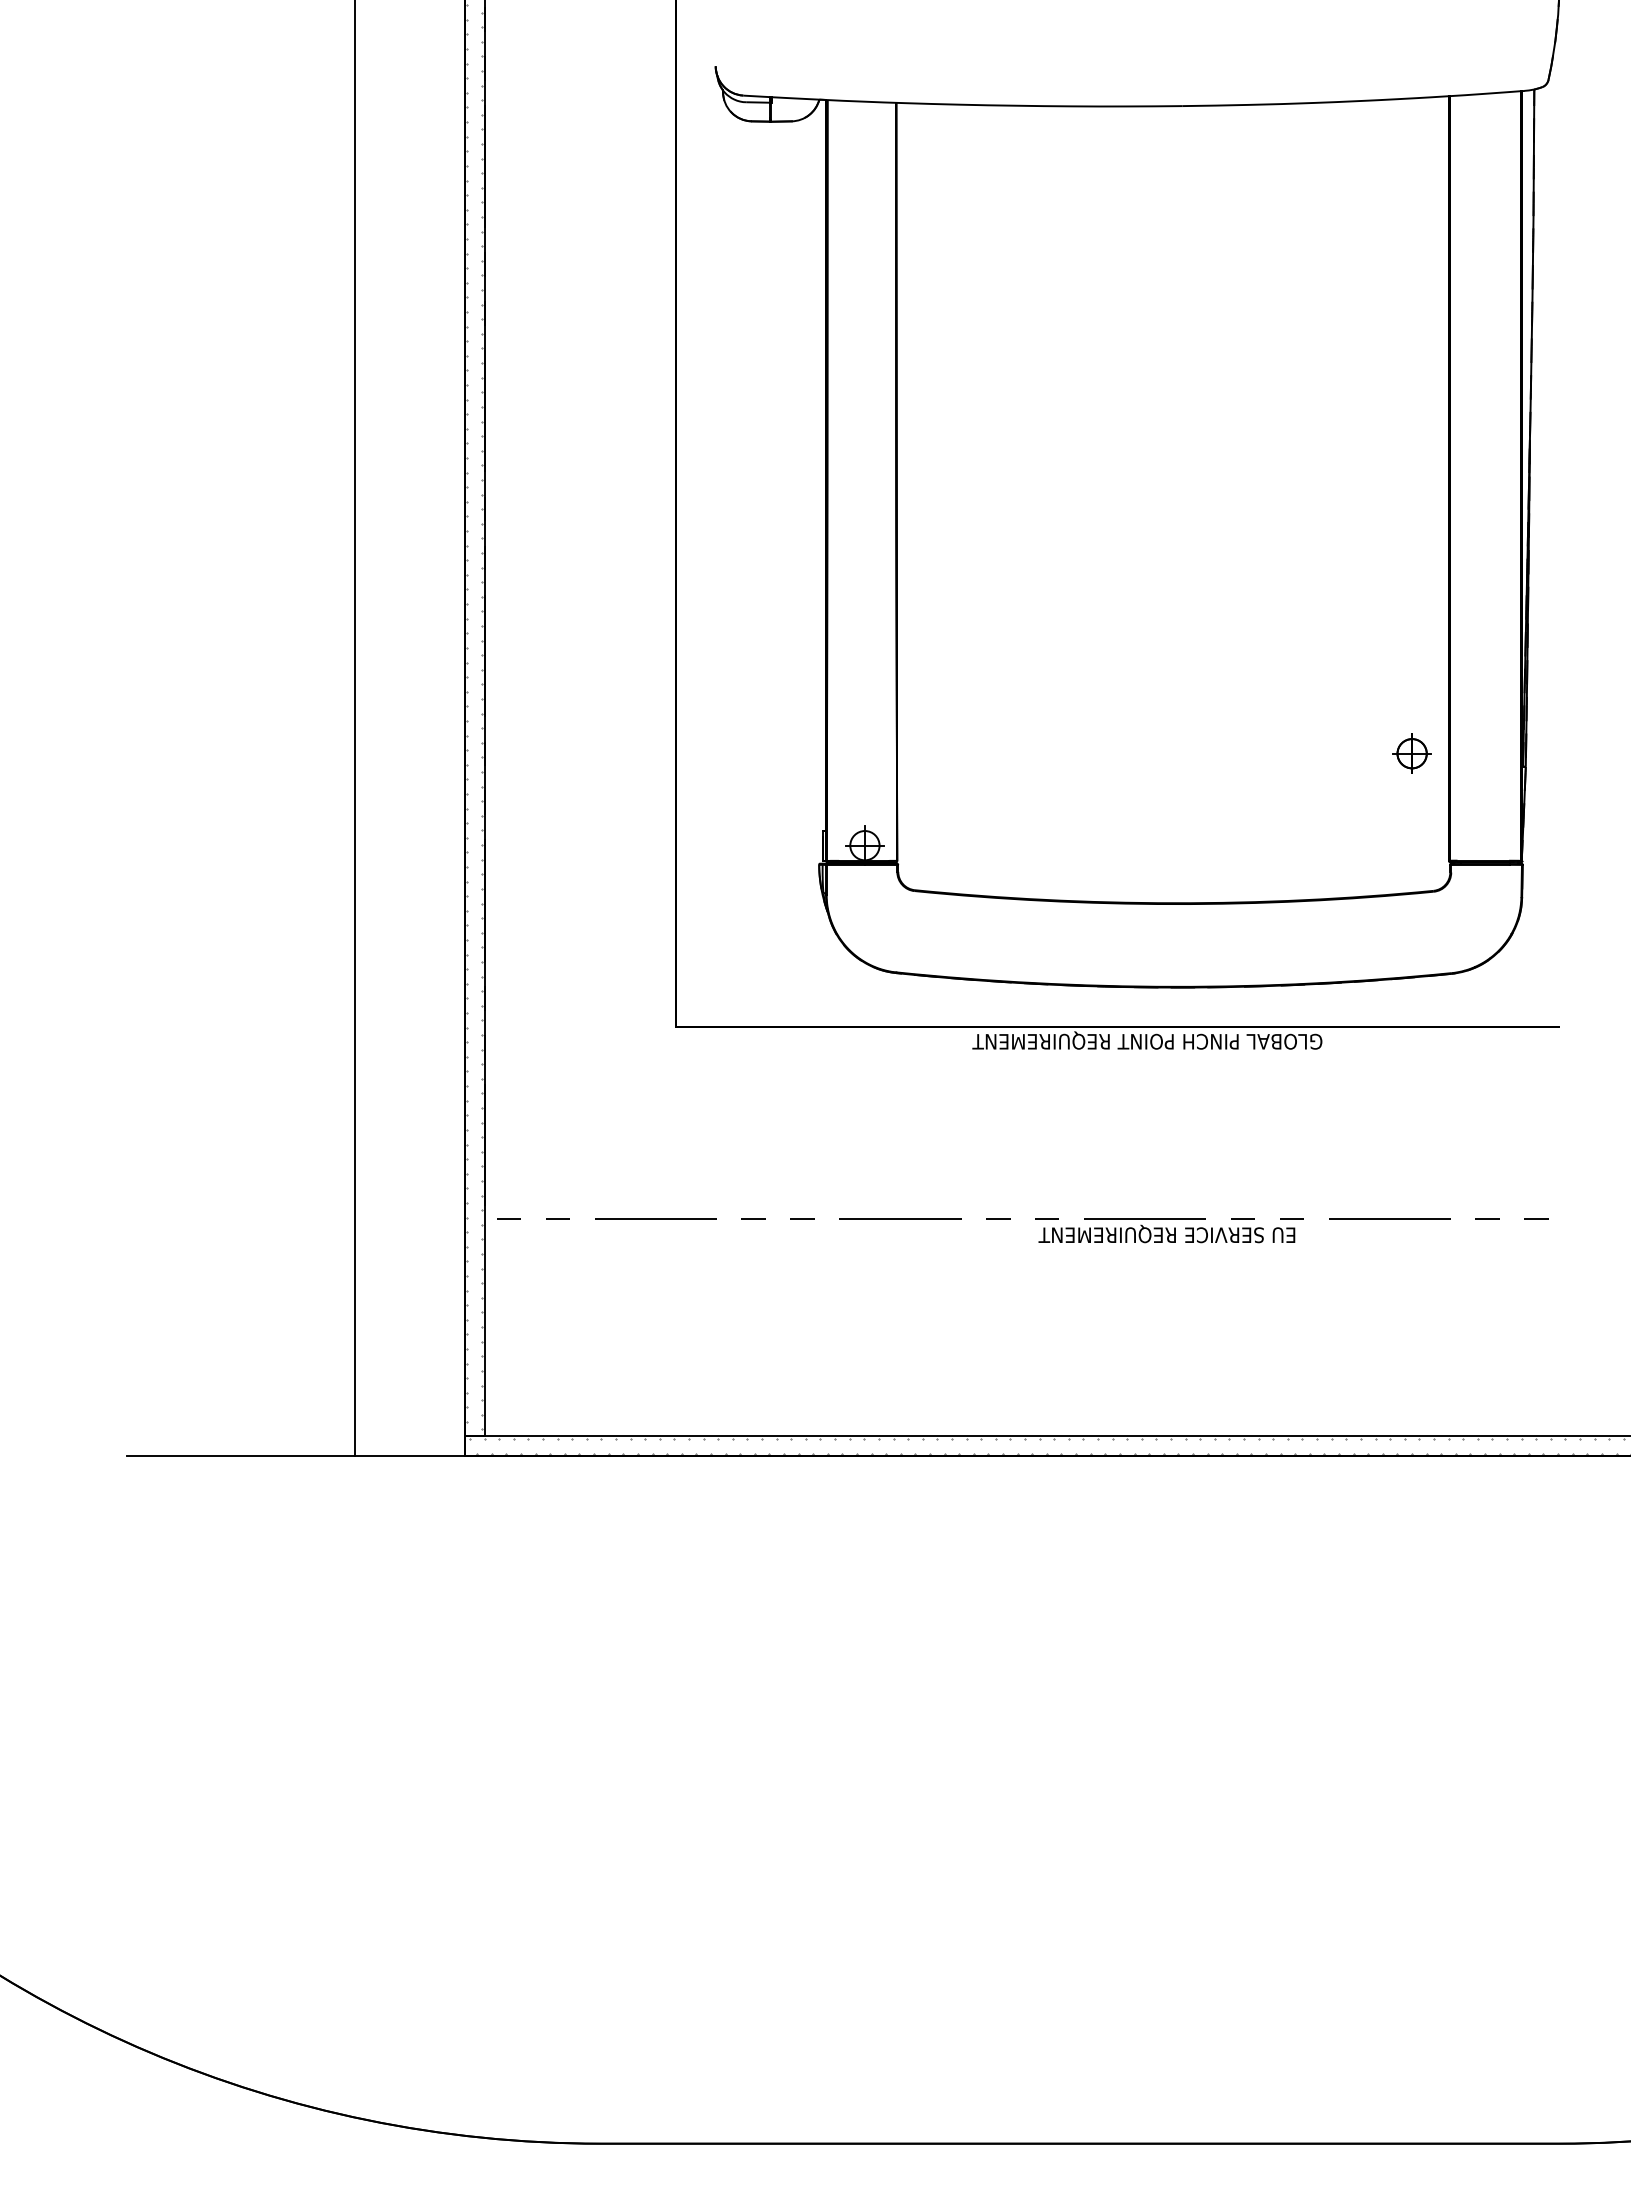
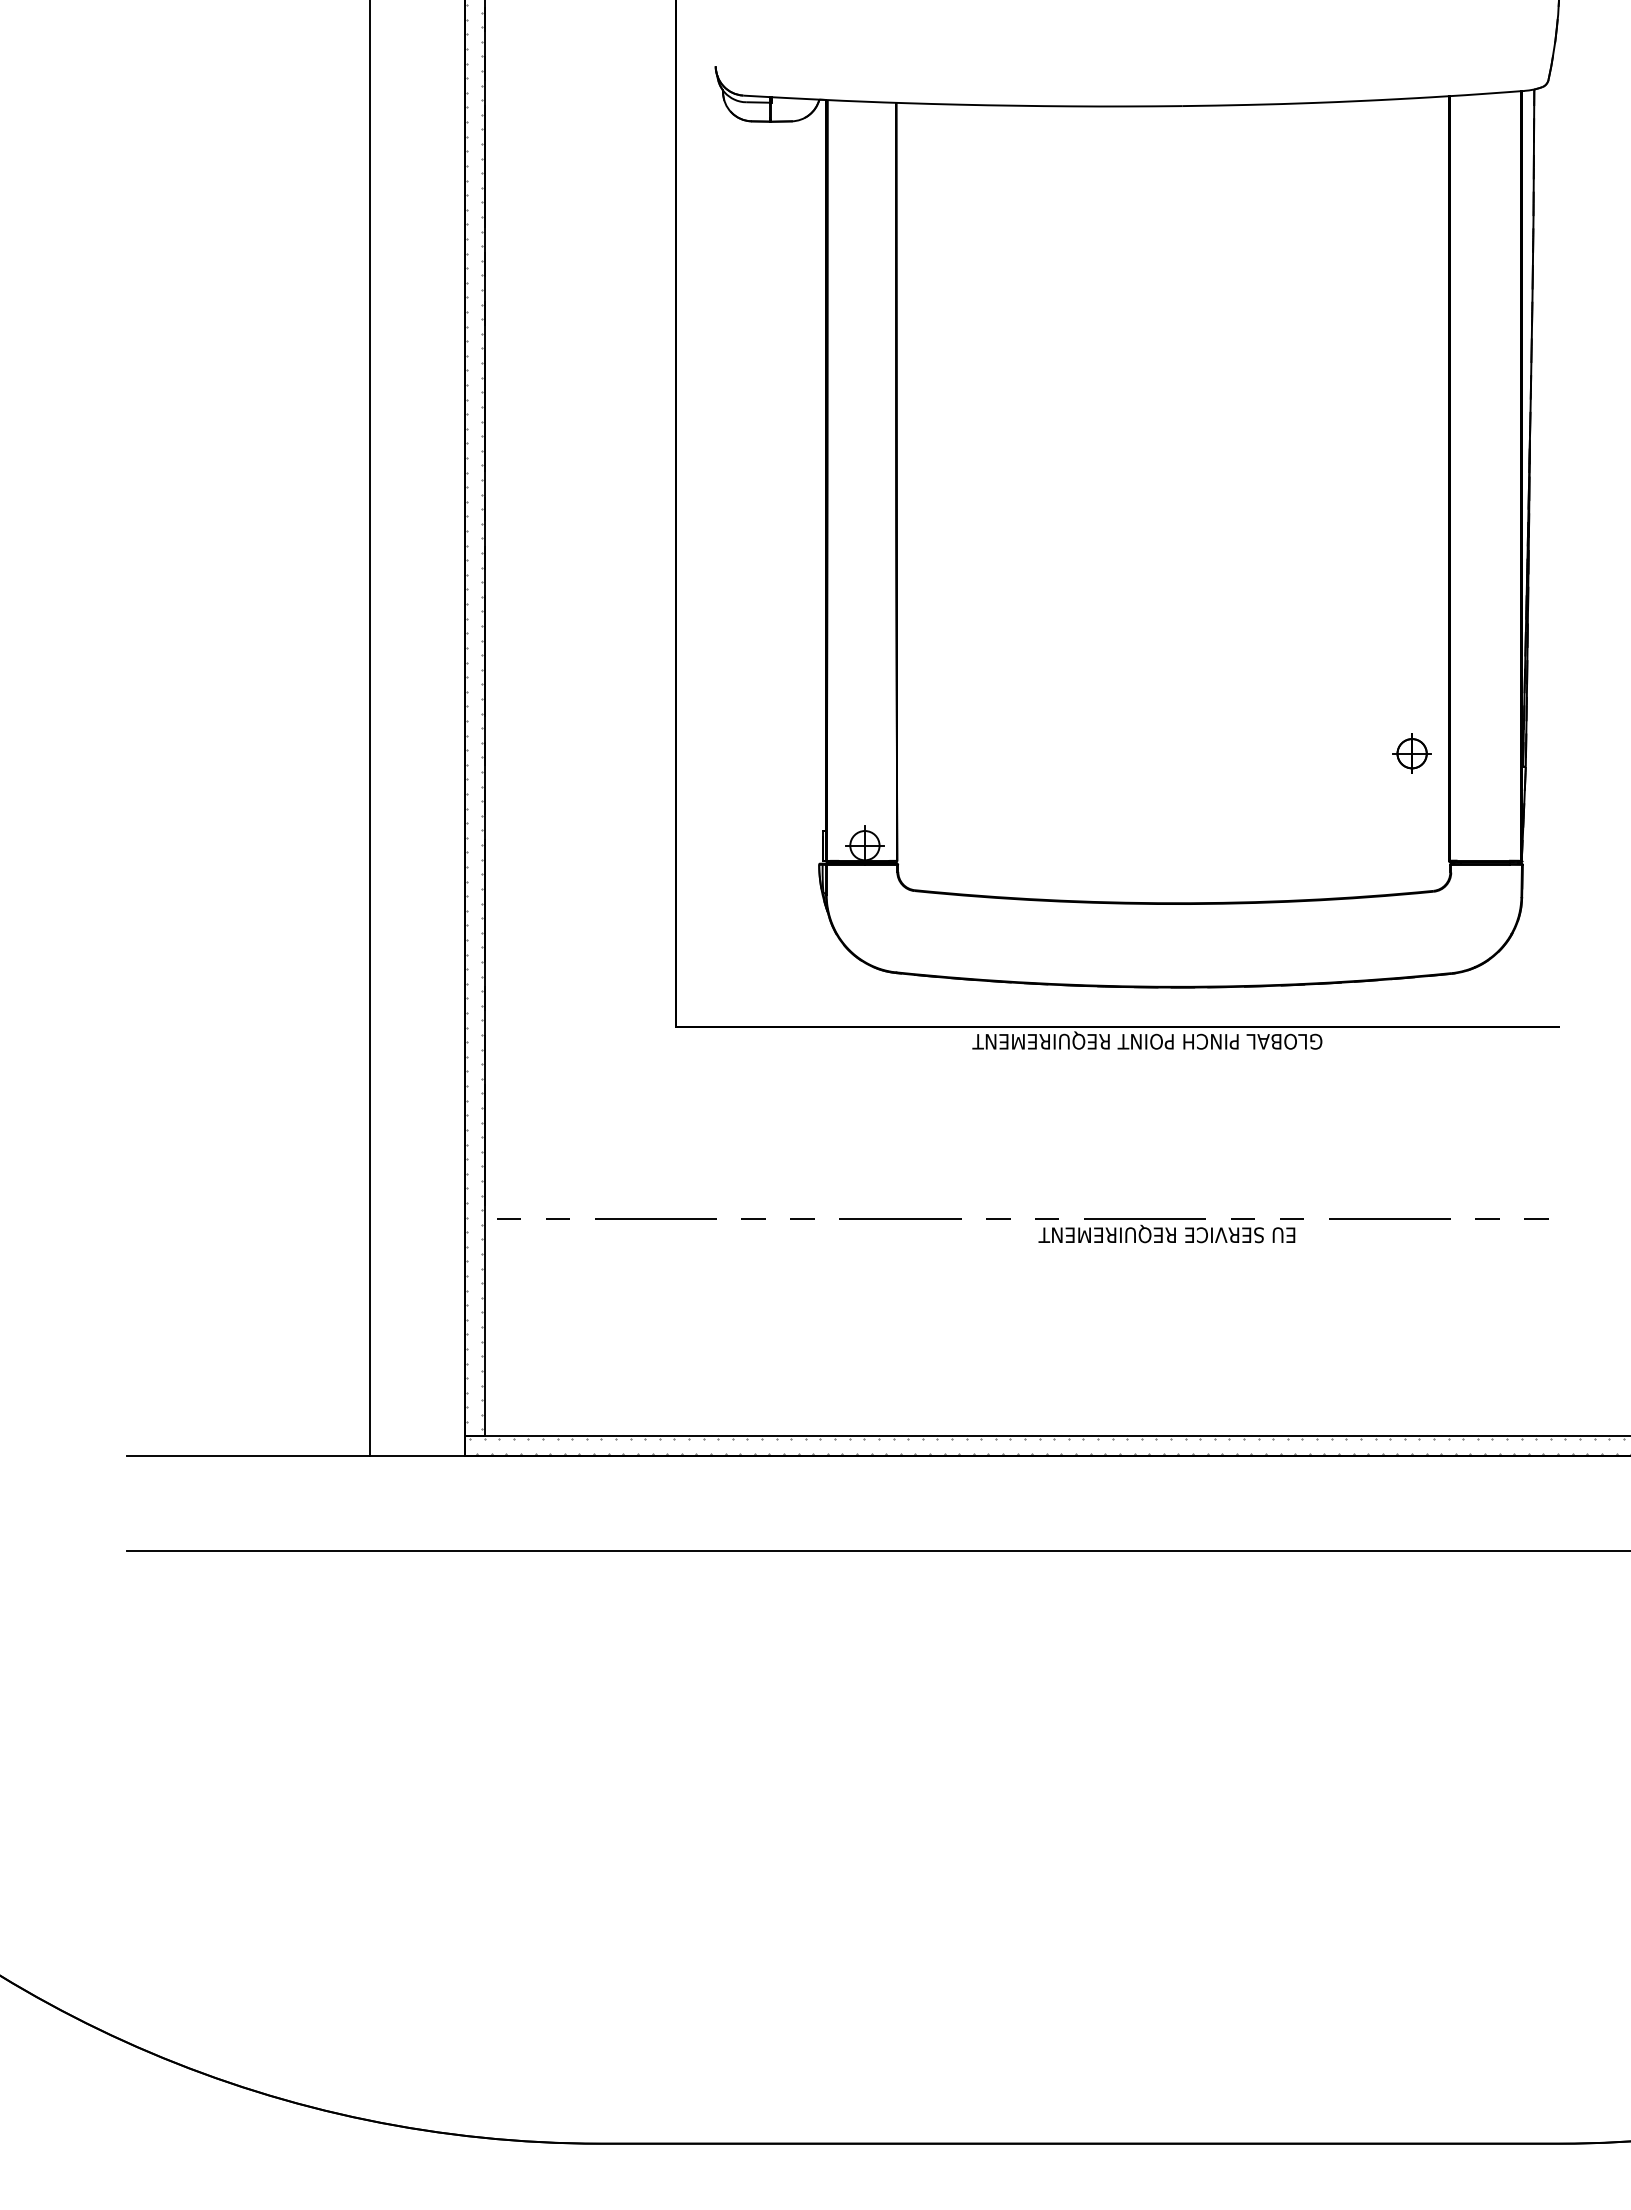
line at (354, 728) position: (354, 728) -> (369, 728)
line at (876, 1551): none -> present
